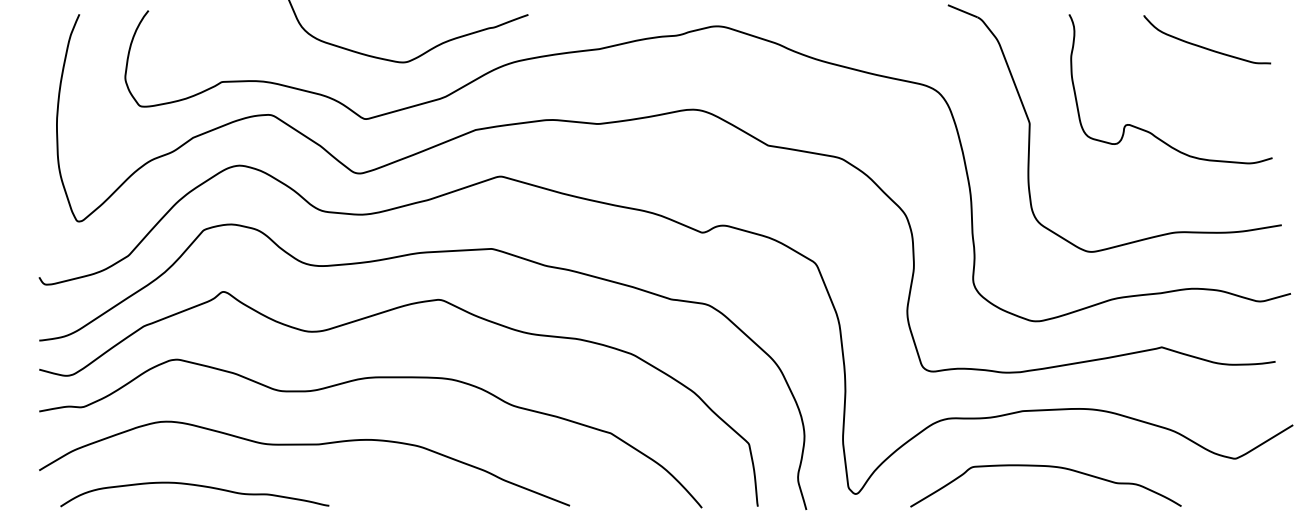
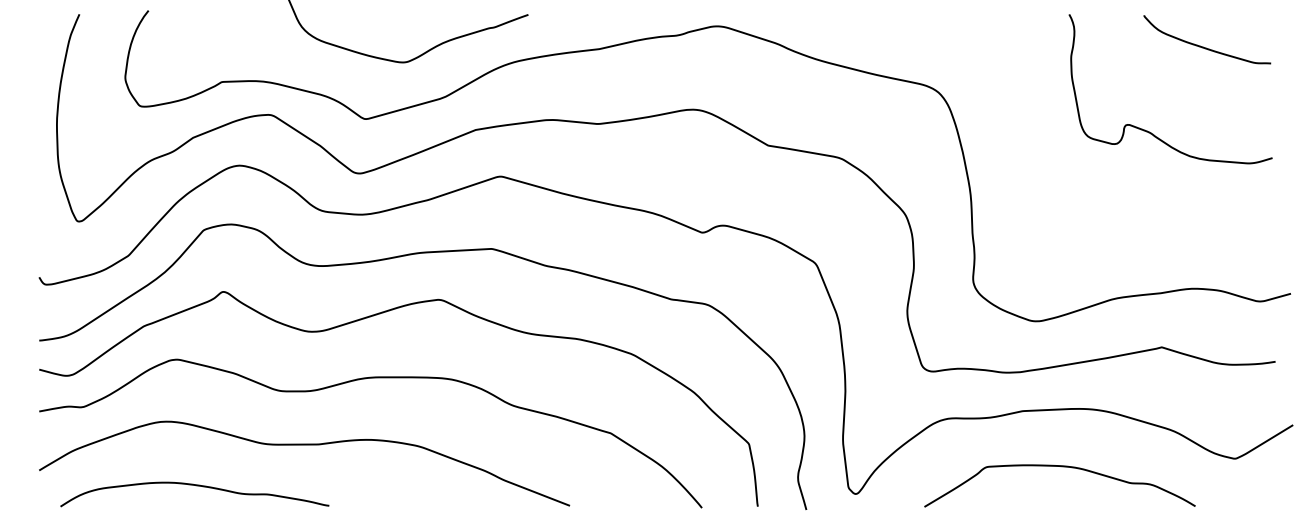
part at (1030, 128): present -> none
curve at (1047, 467) position: (1047, 467) -> (1061, 467)
